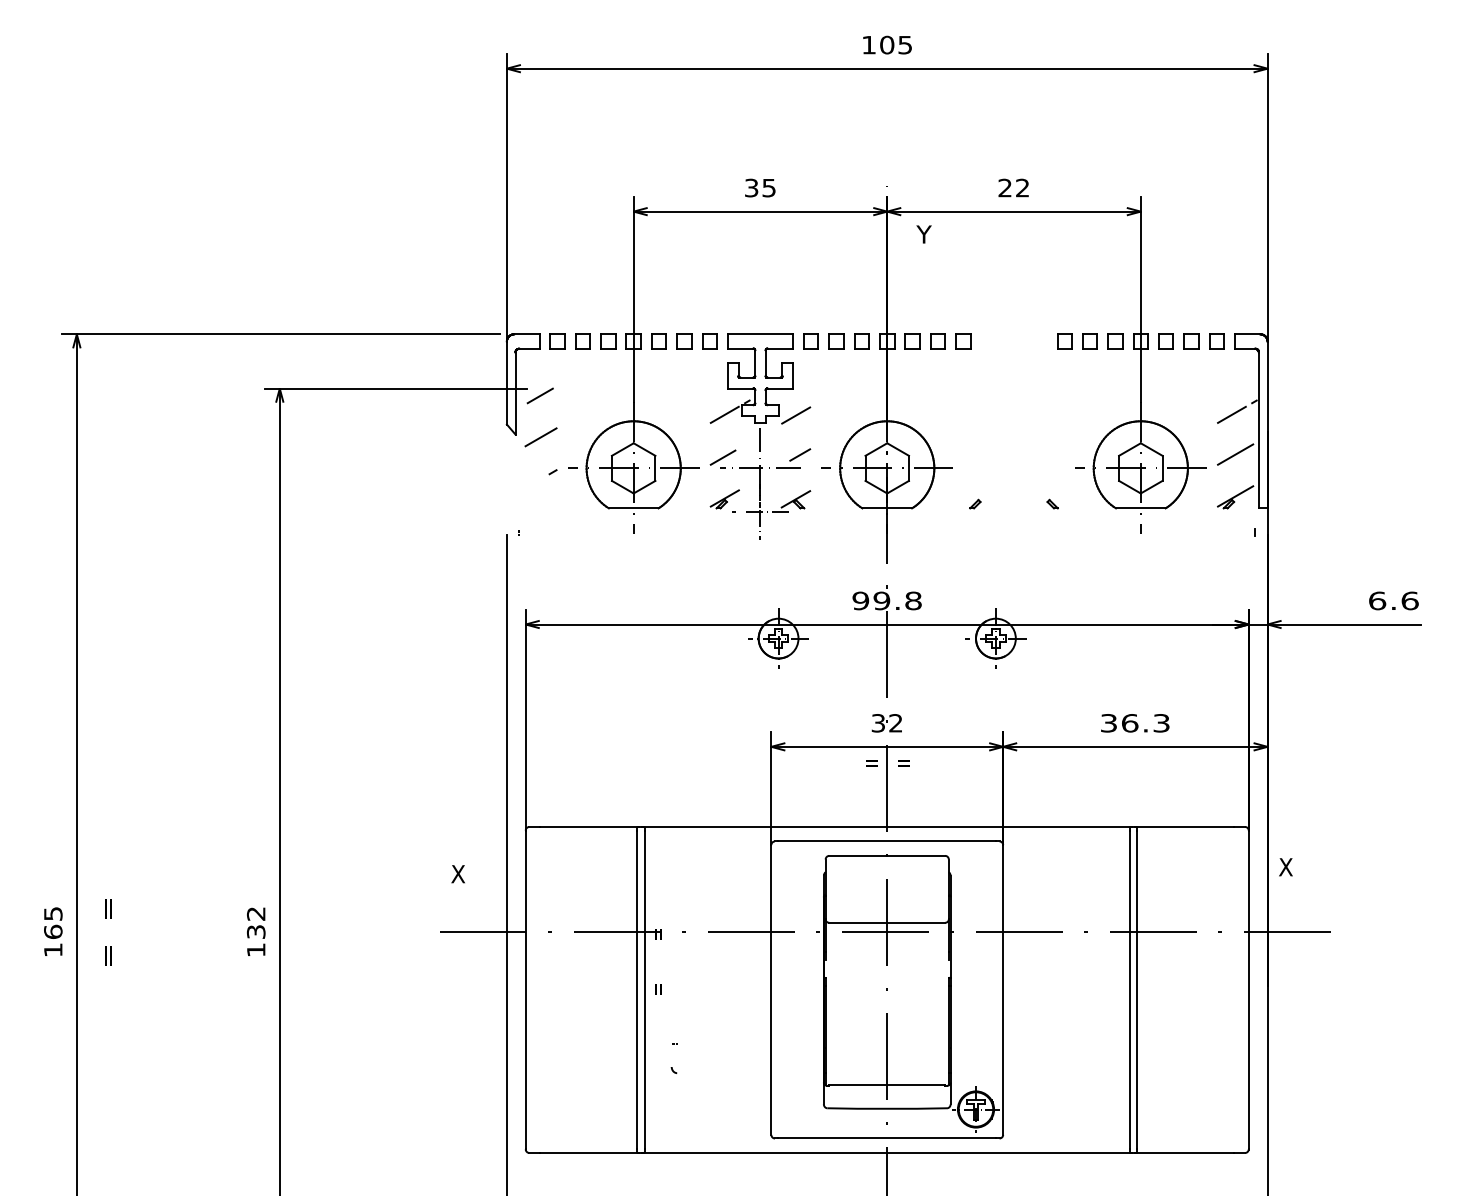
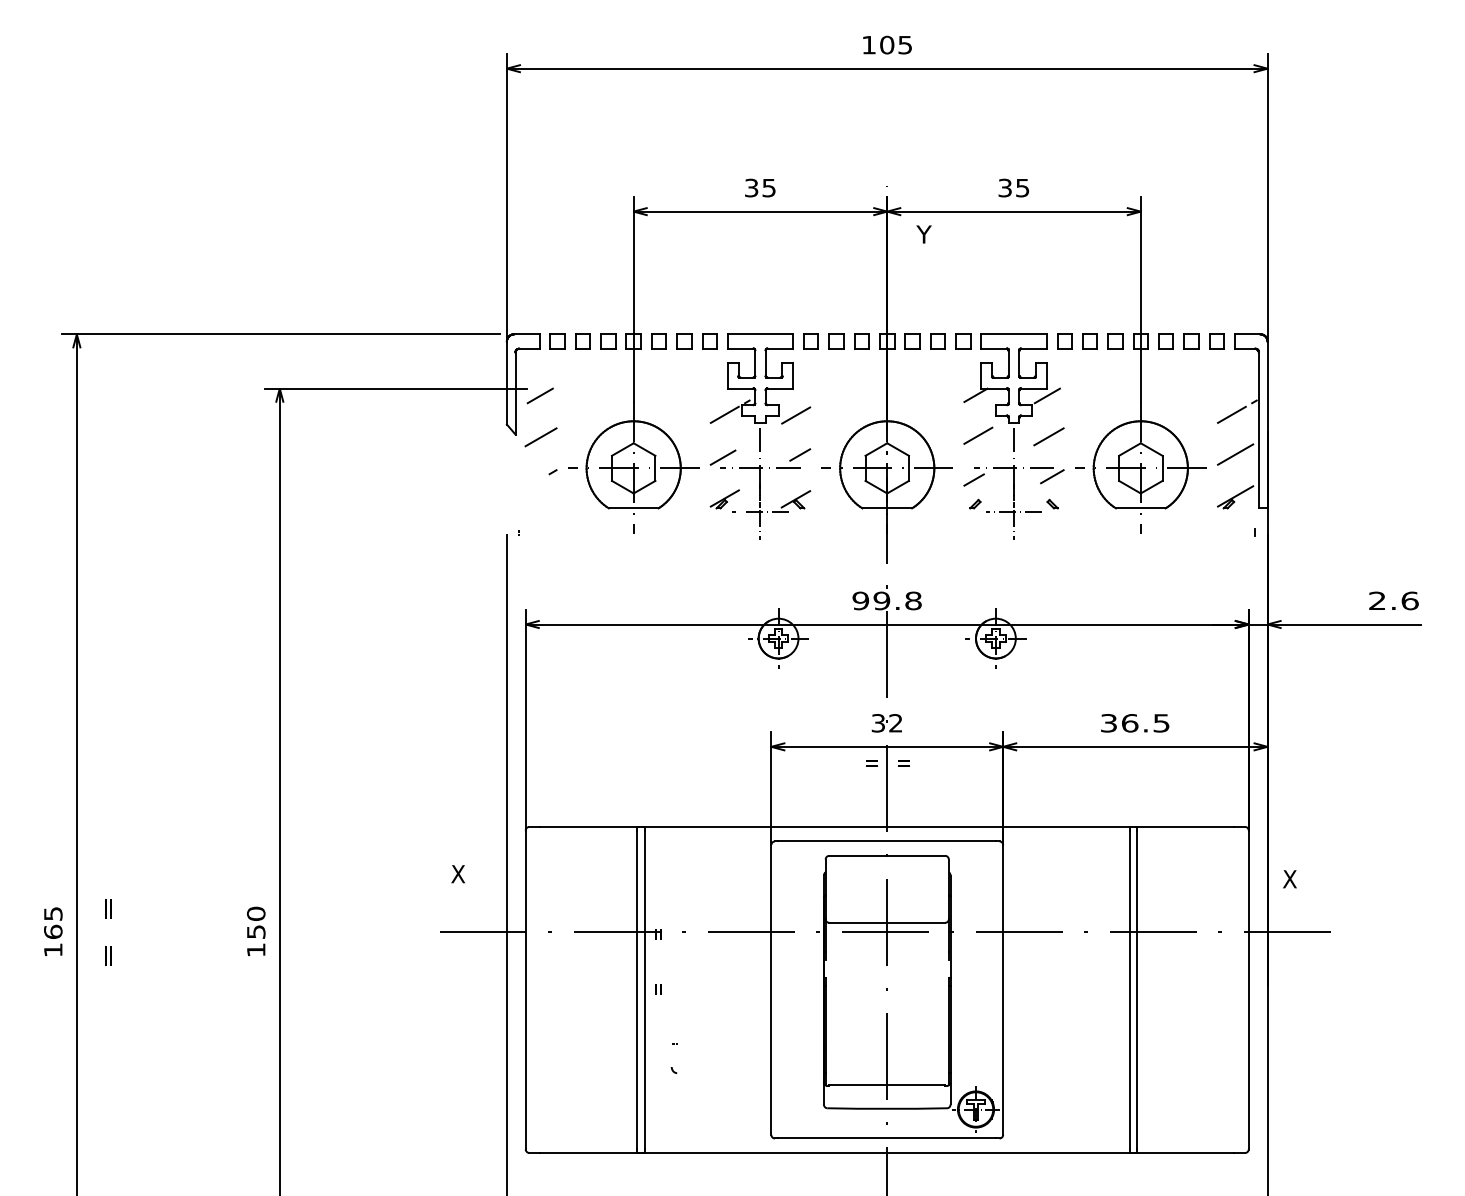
text at (1013, 187): 22 -> 35
part at (1013, 436): none -> present
text at (1377, 600): 6.6 -> 2.6
text at (1161, 722): 36.3 -> 36.5
text at (1285, 867) position: (1285, 867) -> (1289, 879)
text at (255, 922): 132 -> 150
